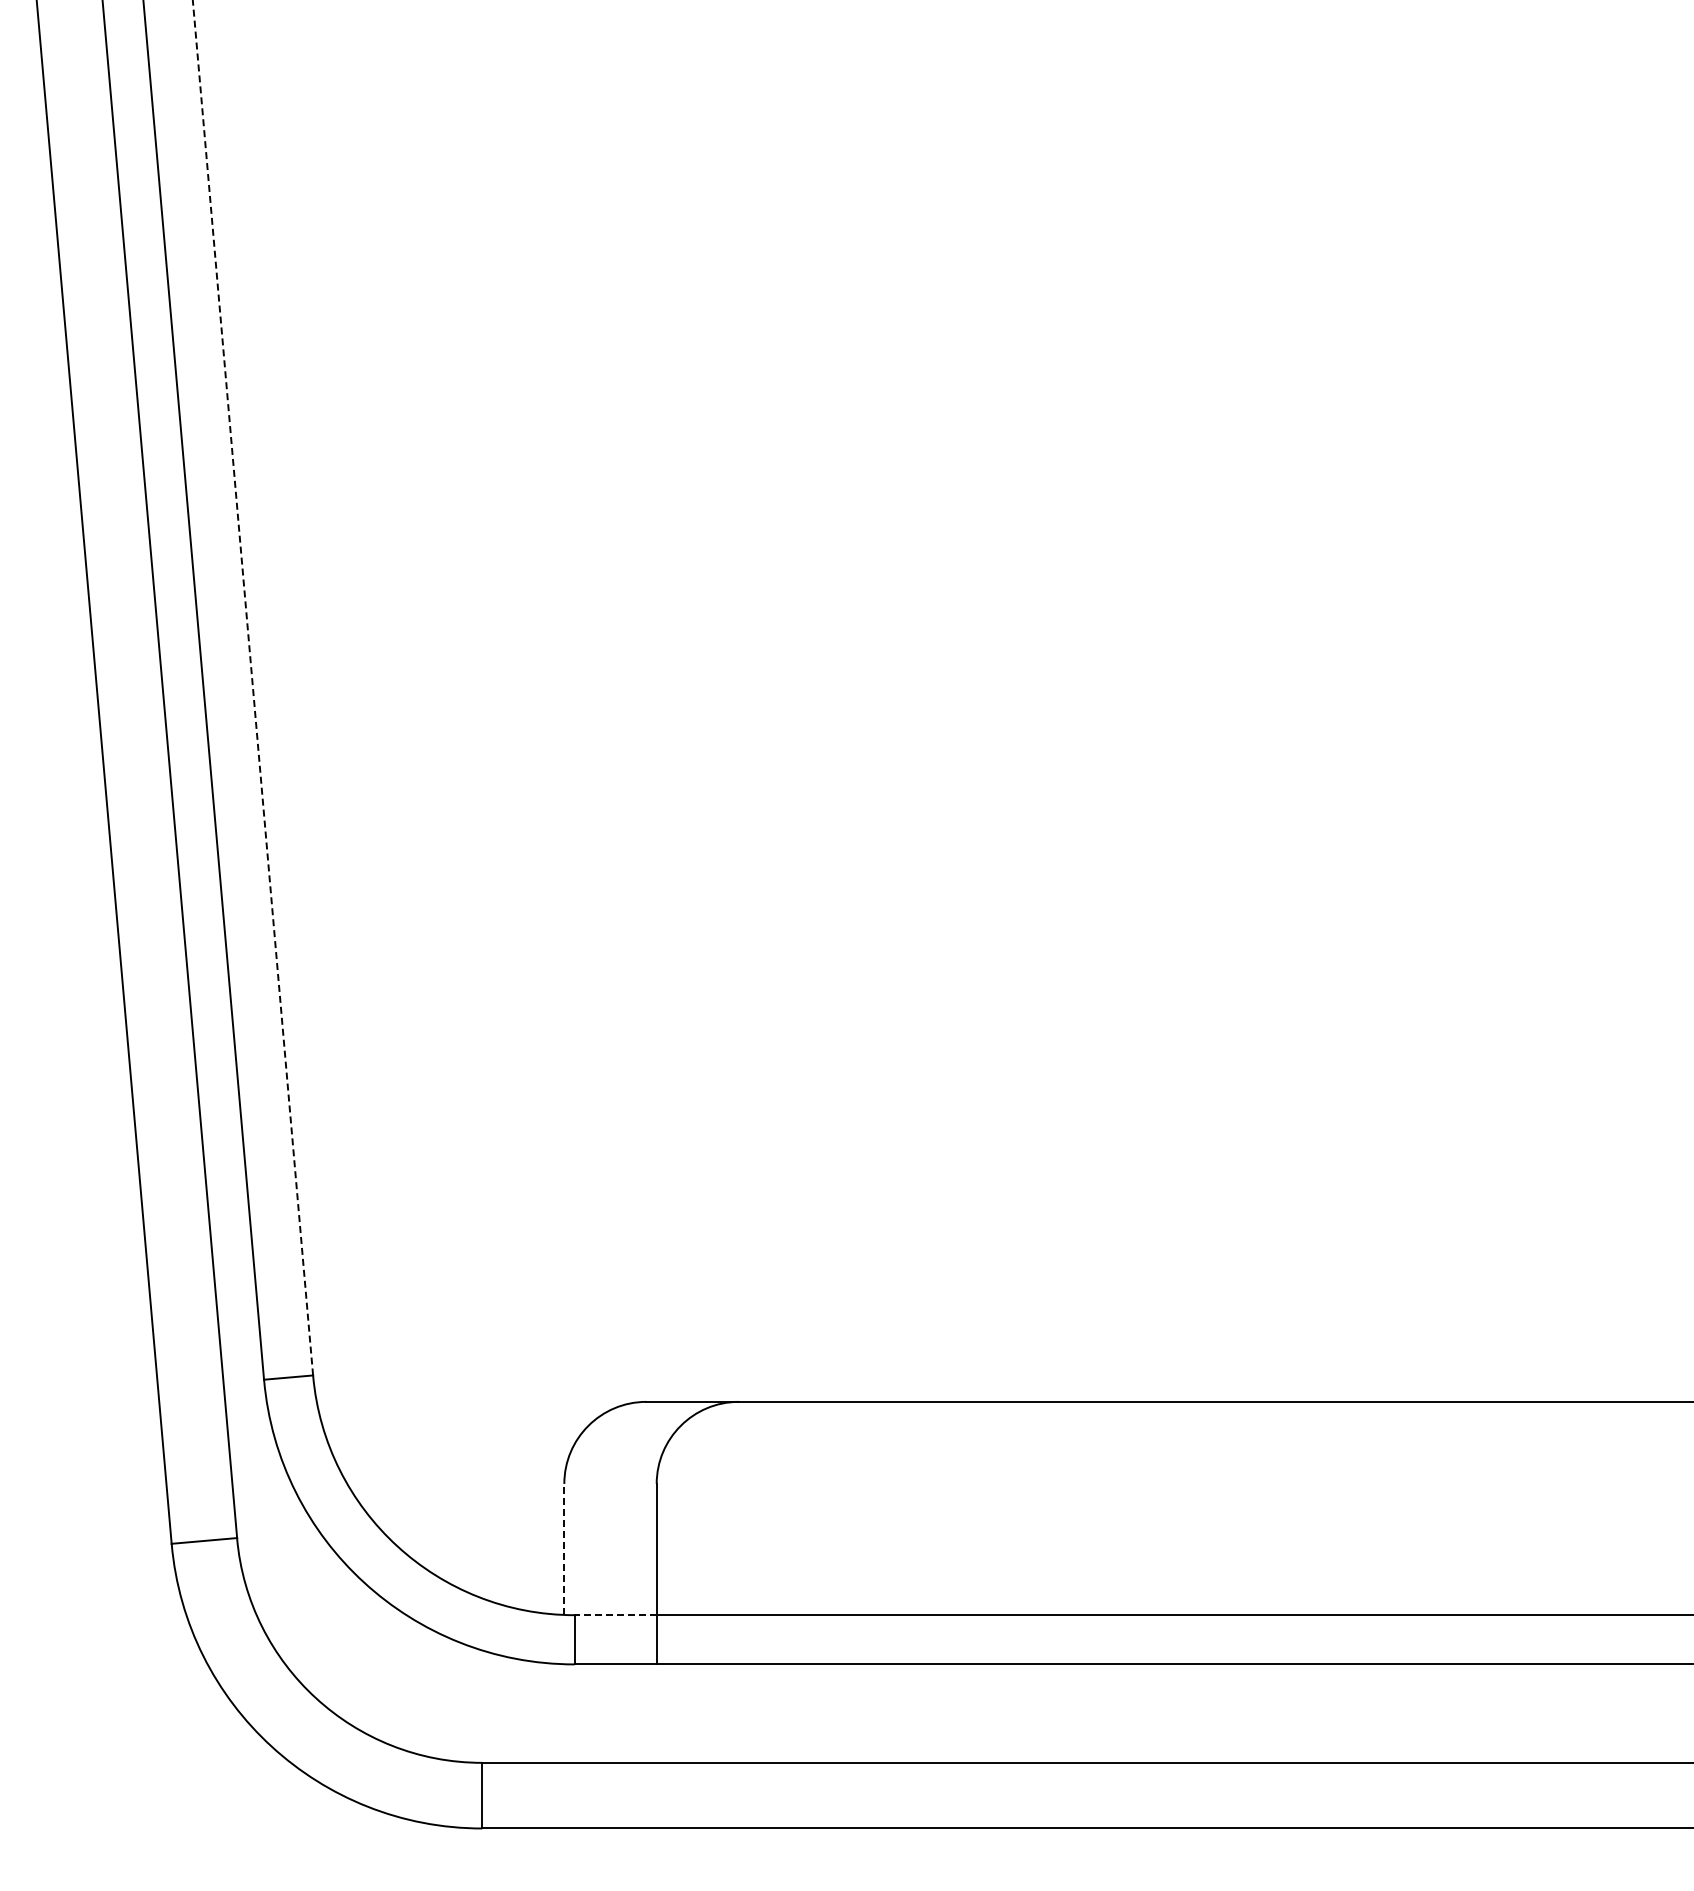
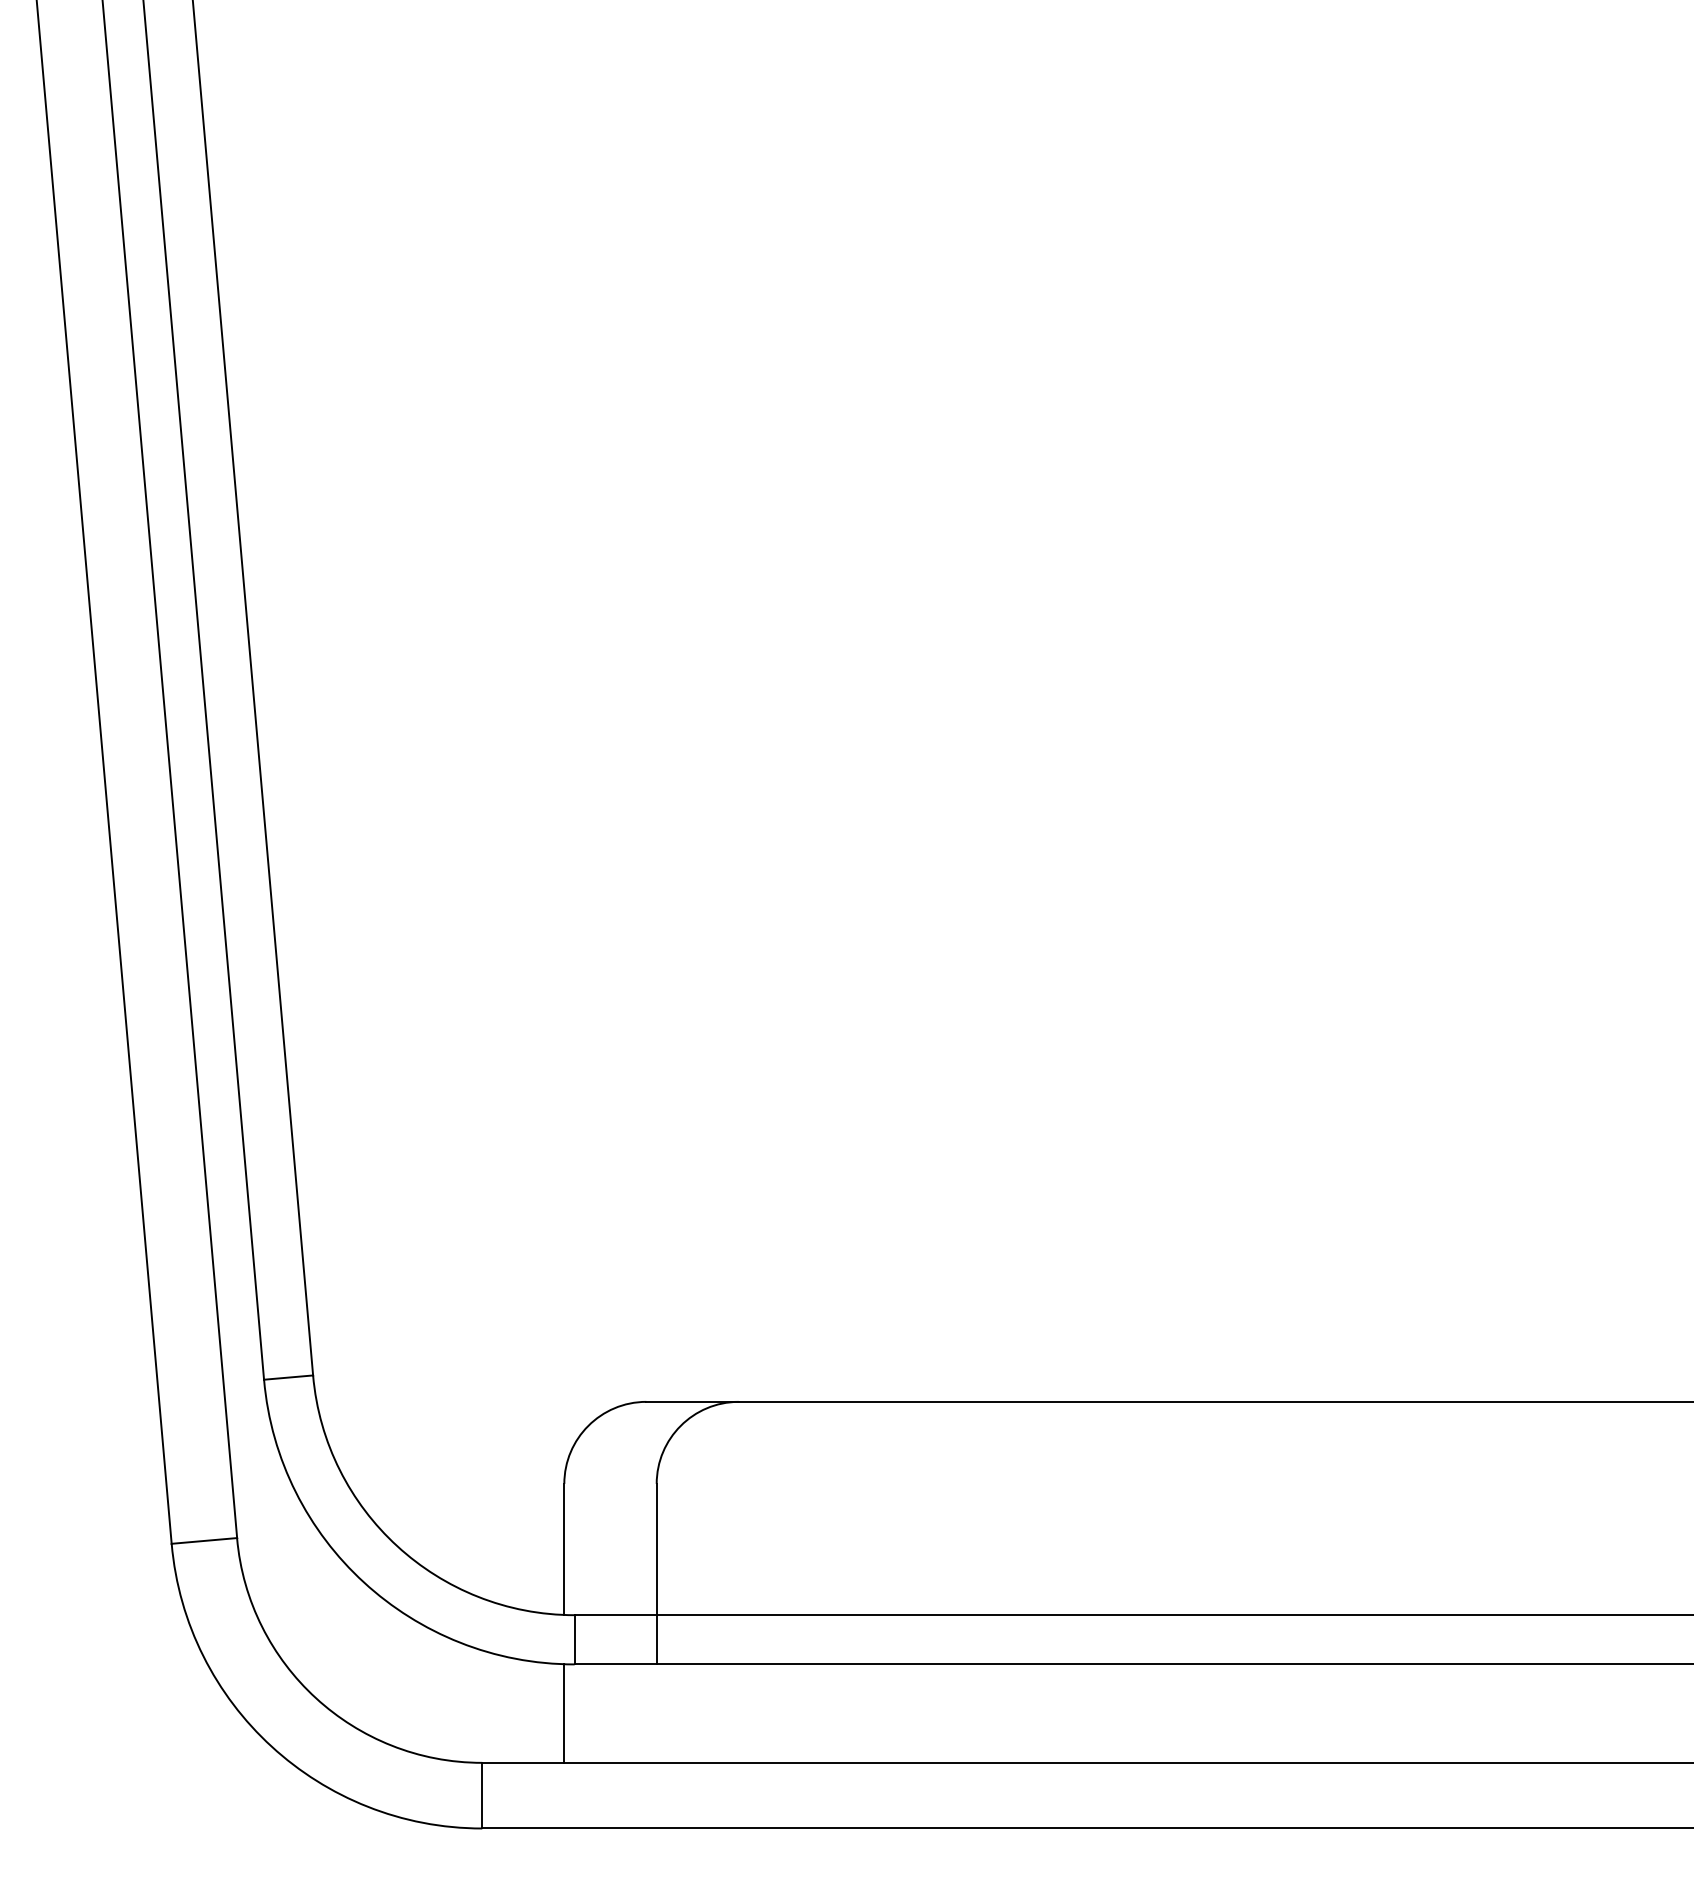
line at (252, 687): dashed -> solid
line at (564, 1548): dashed -> solid
line at (615, 1615): dashed -> solid
line at (564, 1713): none -> present
